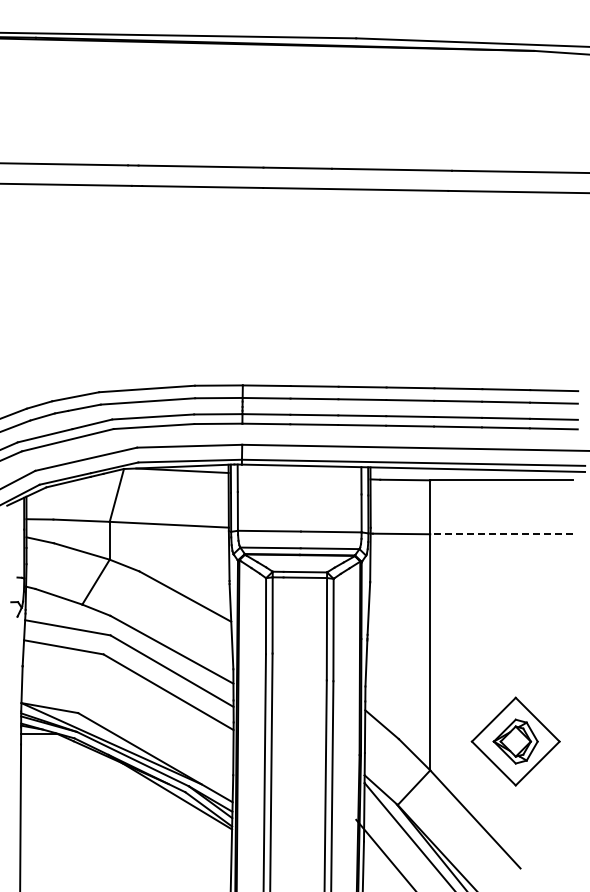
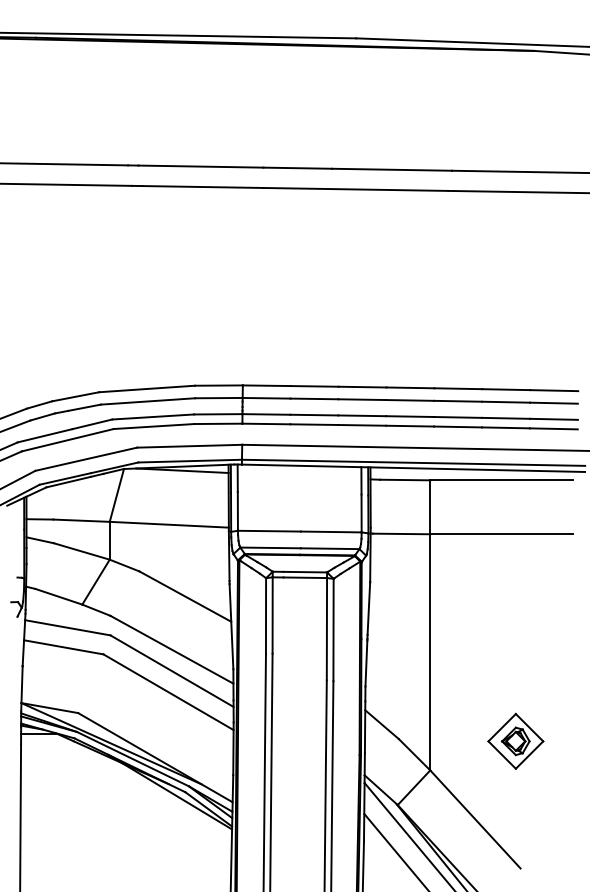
line at (501, 534): dashed -> solid
part at (515, 741) size: 91x91 px -> 58x58 px
line at (384, 853) position: (384, 853) -> (395, 850)
